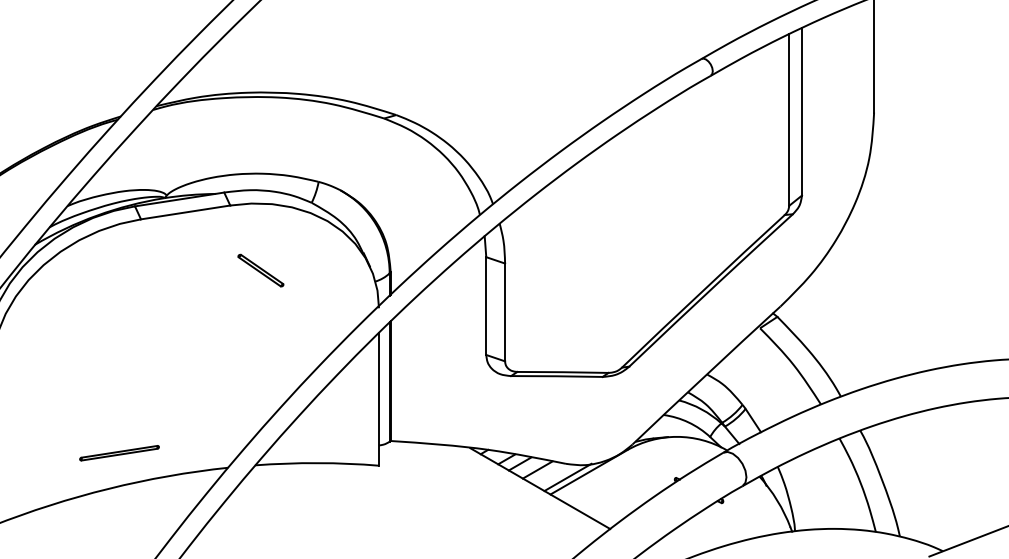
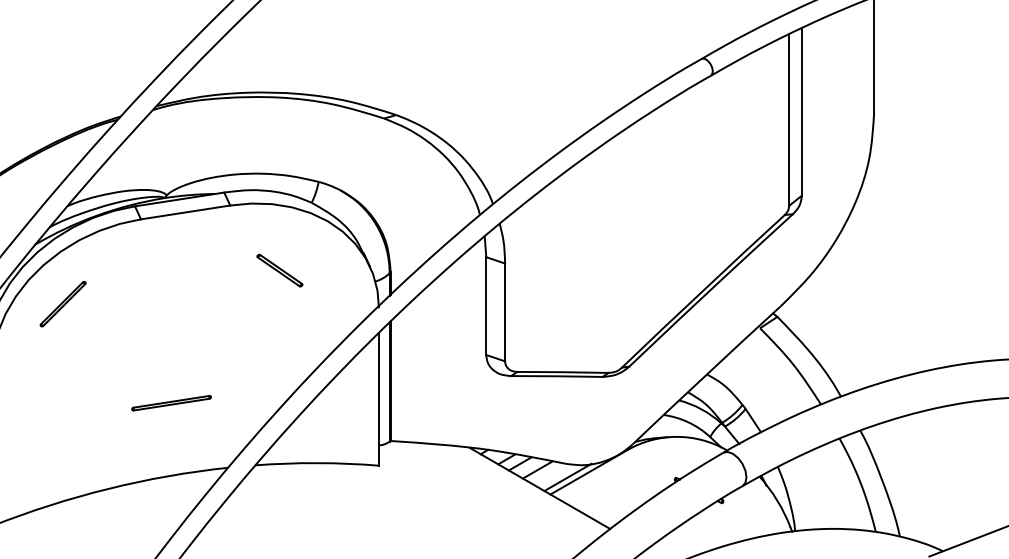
part at (260, 270) position: (260, 270) -> (279, 270)
part at (62, 304): none -> present
part at (119, 453) position: (119, 453) -> (171, 403)
